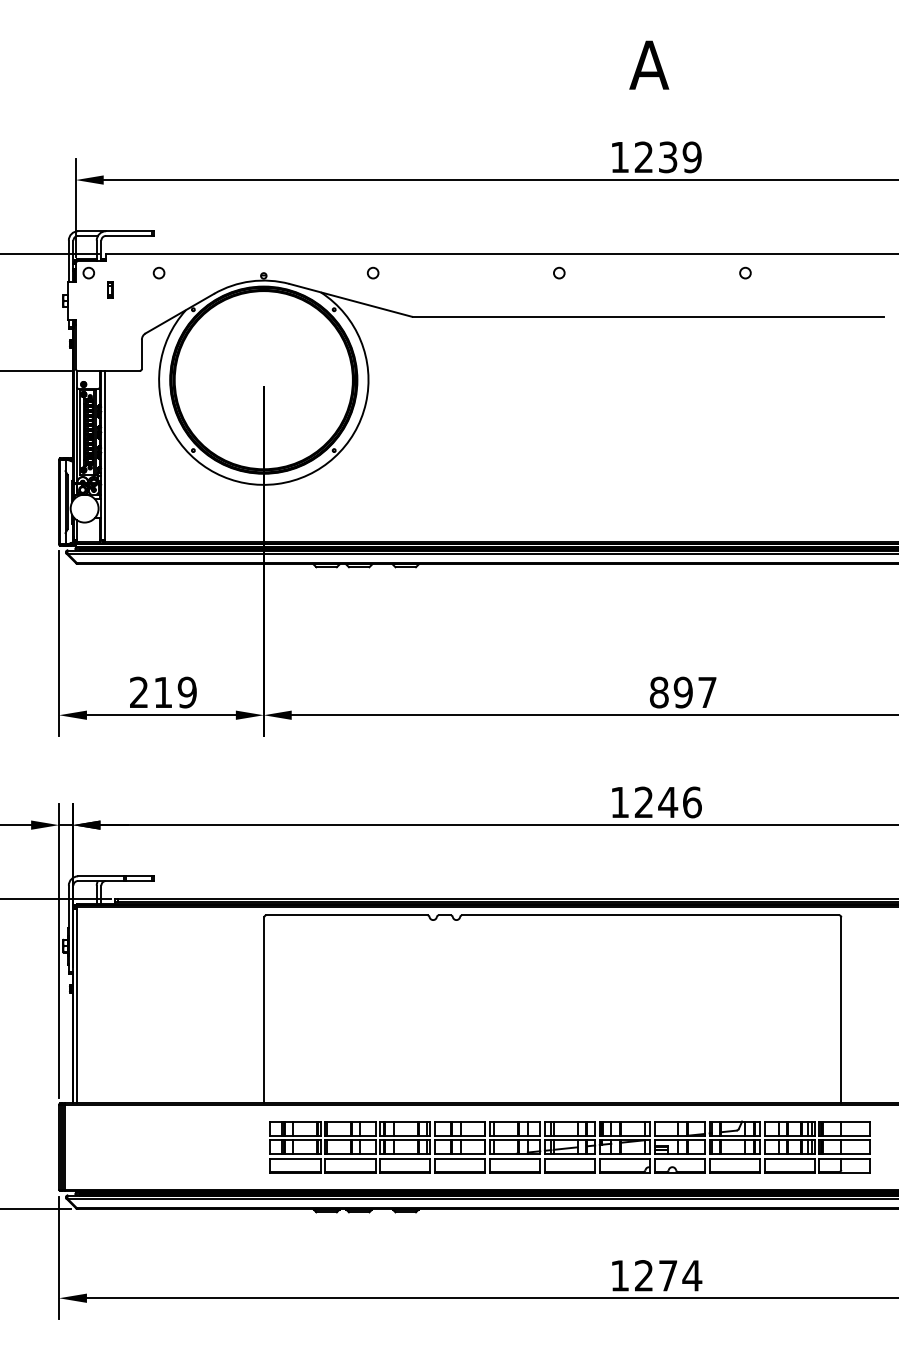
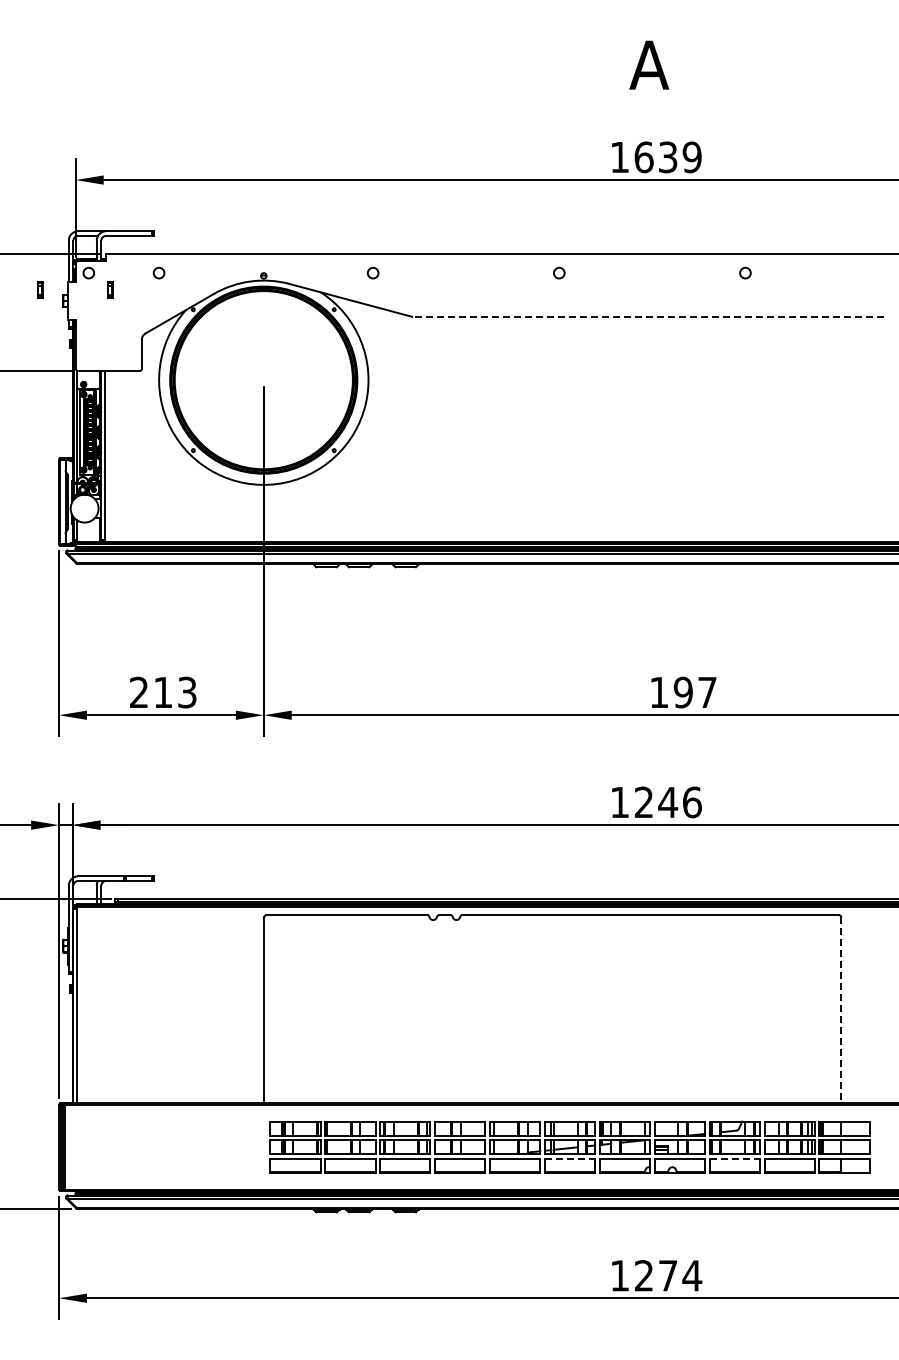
text at (643, 157): 1239 -> 1639
part at (40, 289): none -> present
line at (648, 316): solid -> dashed
text at (186, 692): 219 -> 213
text at (658, 692): 897 -> 197
line at (841, 1010): solid -> dashed
line at (570, 1158): solid -> dashed
line at (735, 1158): solid -> dashed
